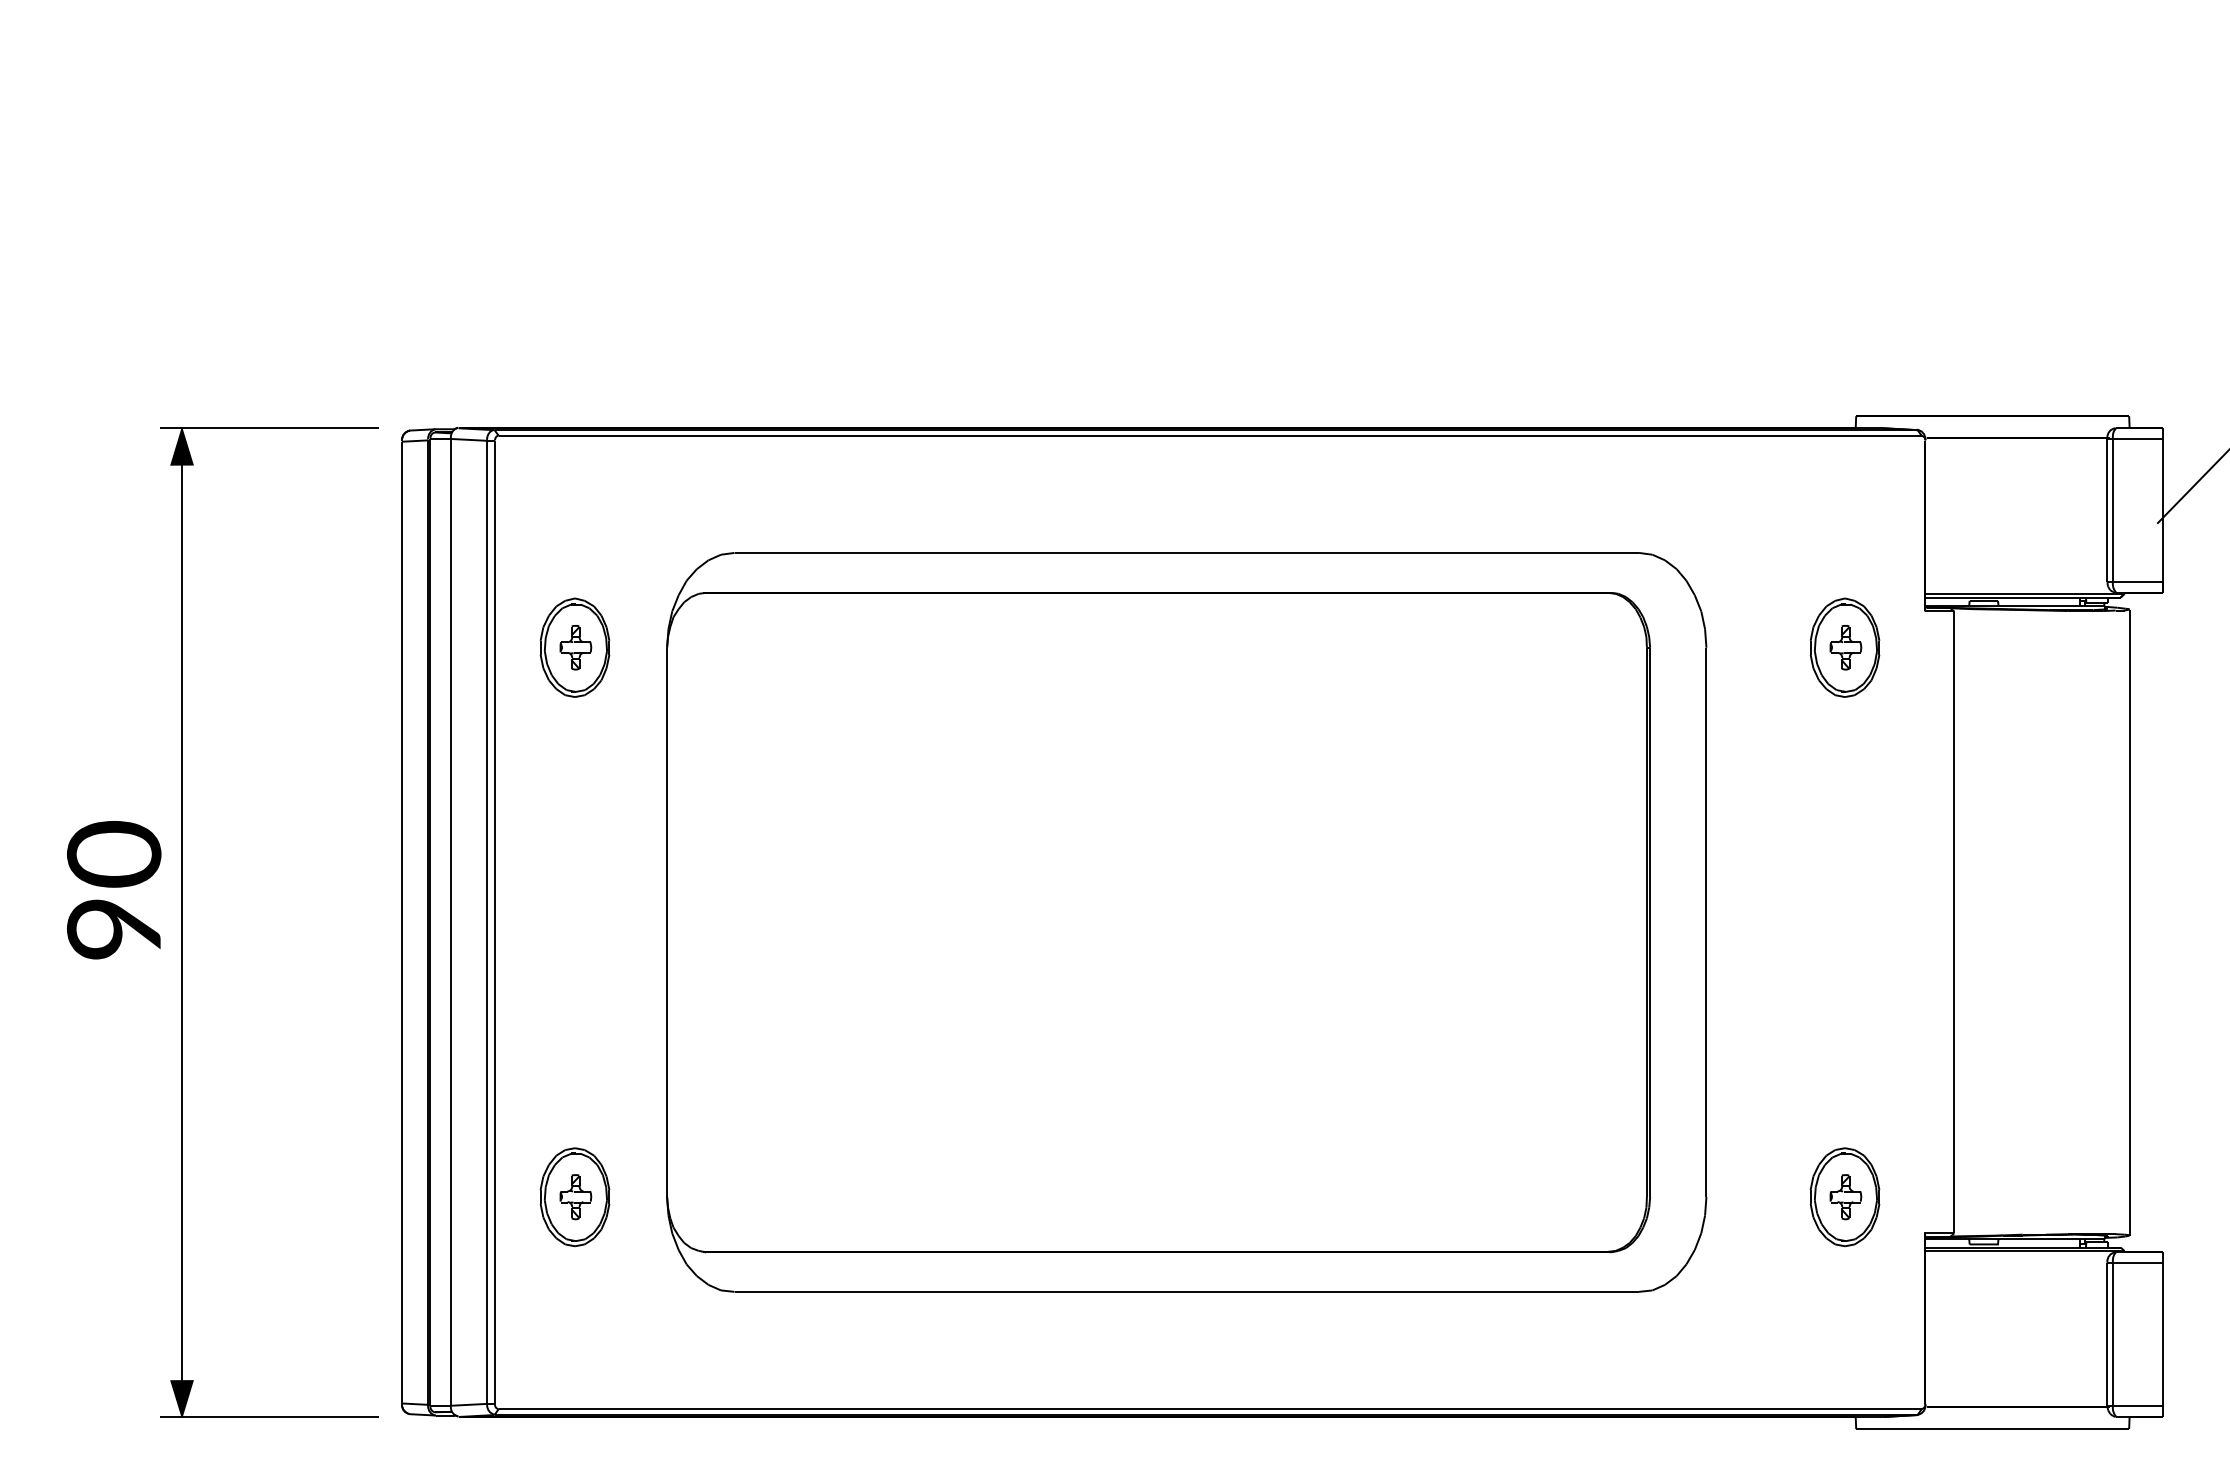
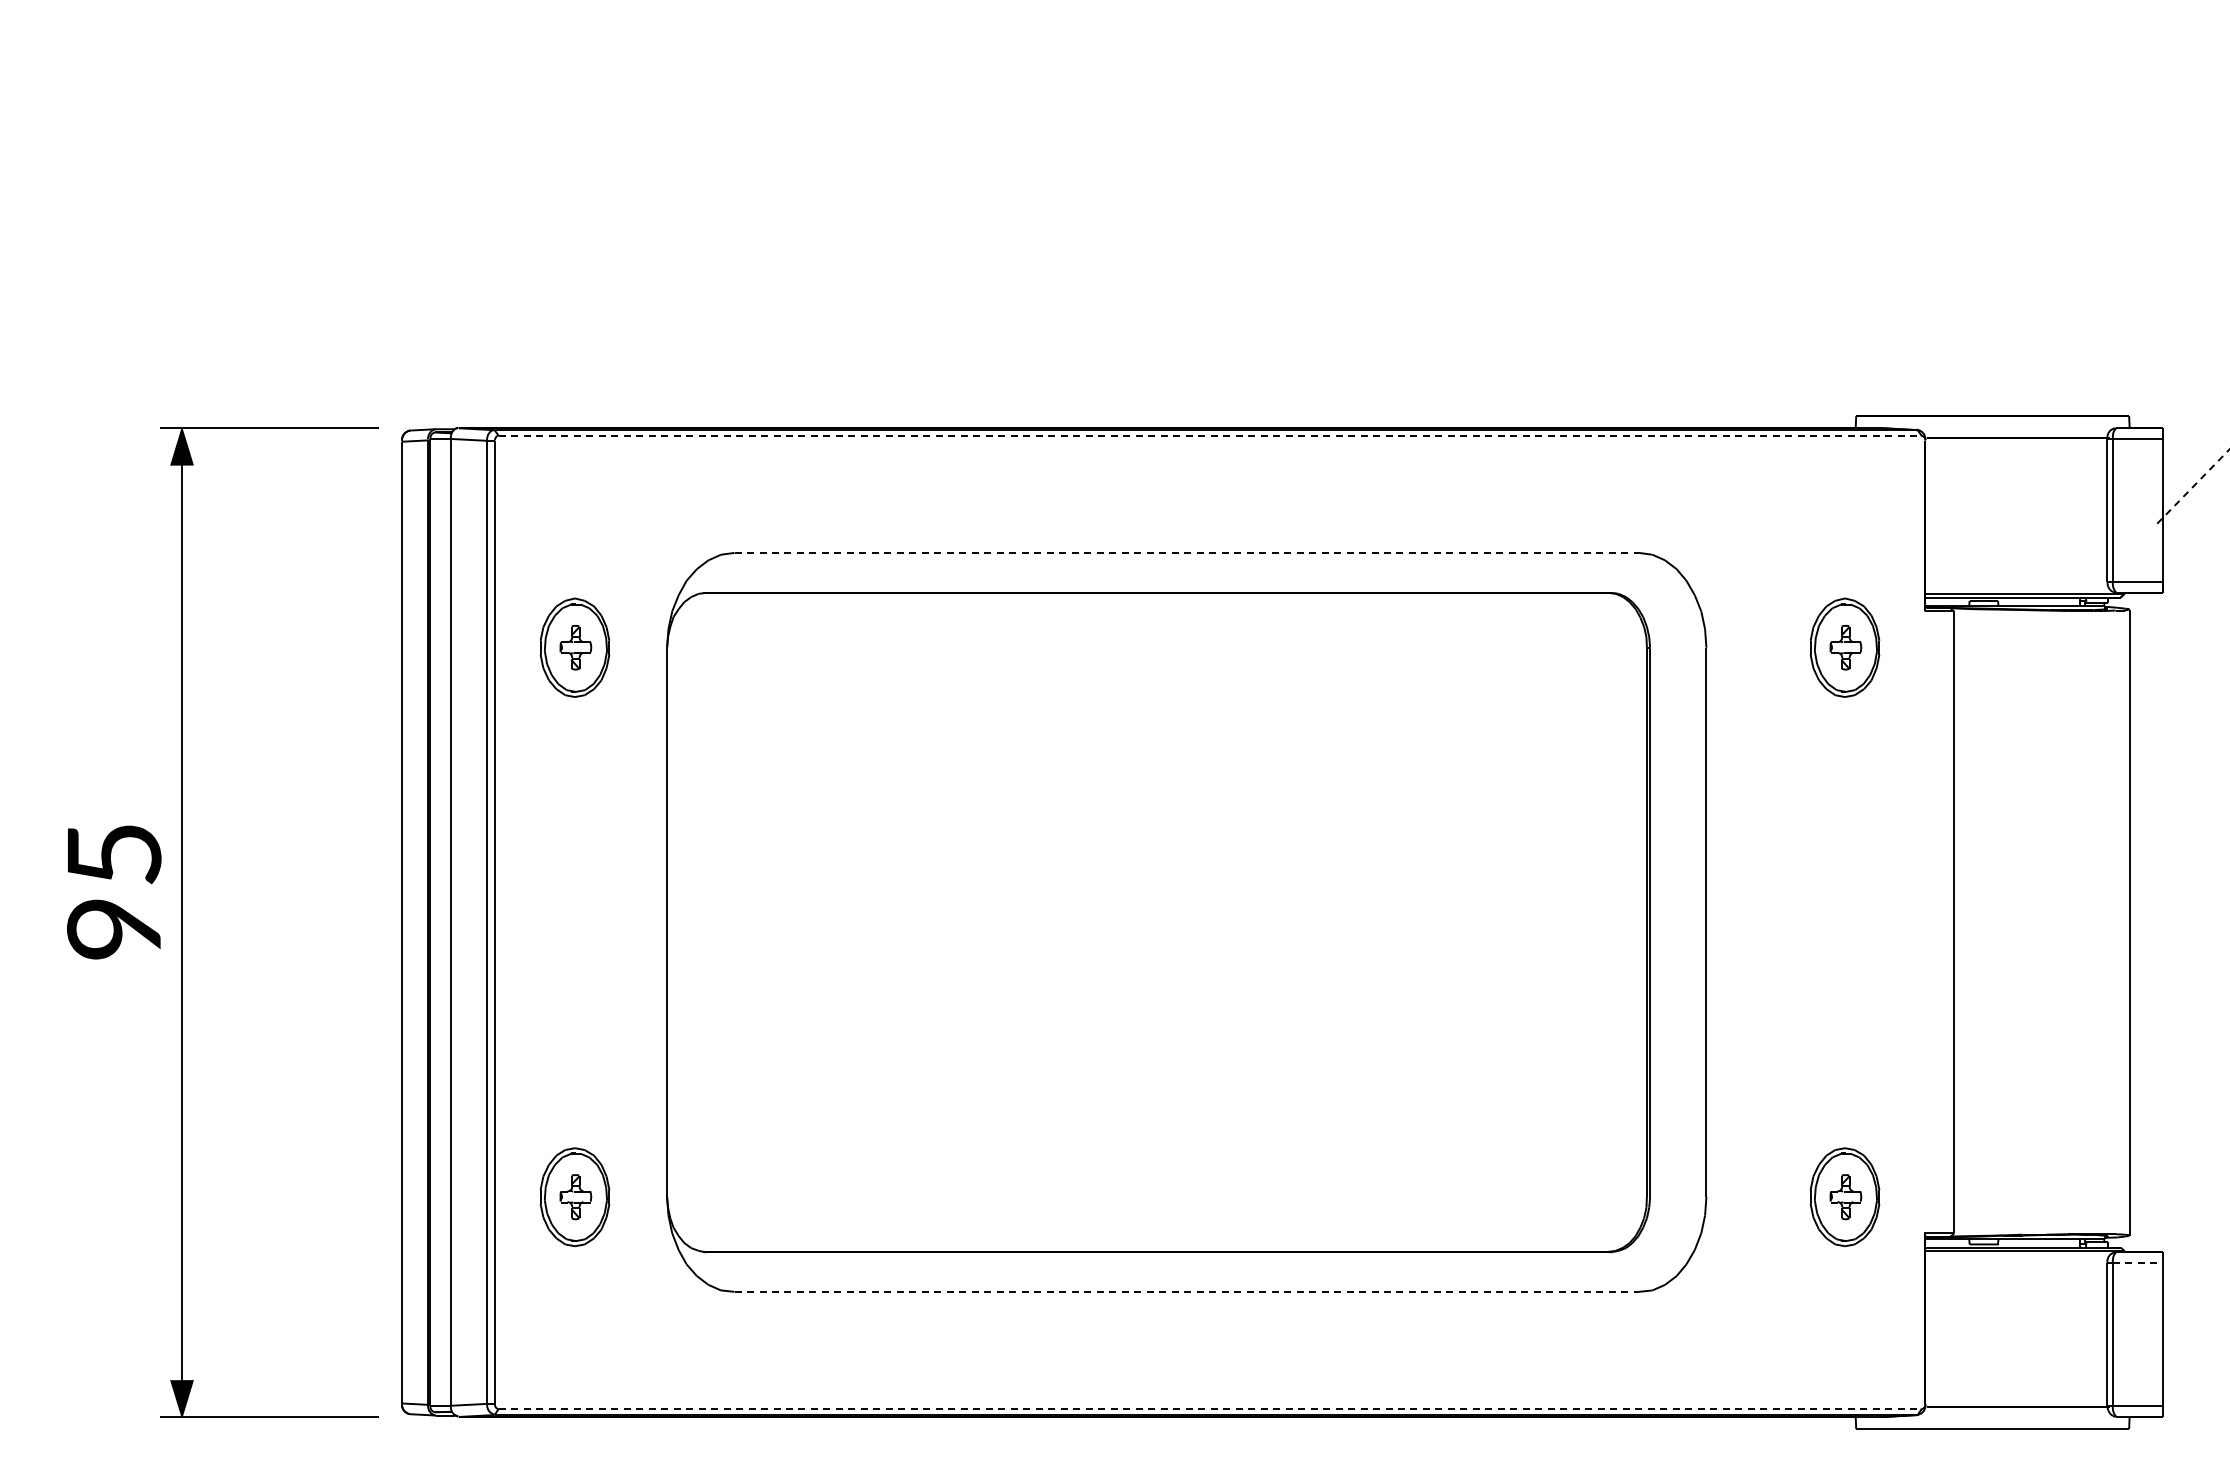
line at (1210, 435): solid -> dashed
line at (2193, 486): solid -> dashed
line at (1187, 552): solid -> dashed
text at (114, 854): 90 -> 95
line at (2138, 1263): solid -> dashed
line at (1187, 1291): solid -> dashed
line at (1210, 1409): solid -> dashed
